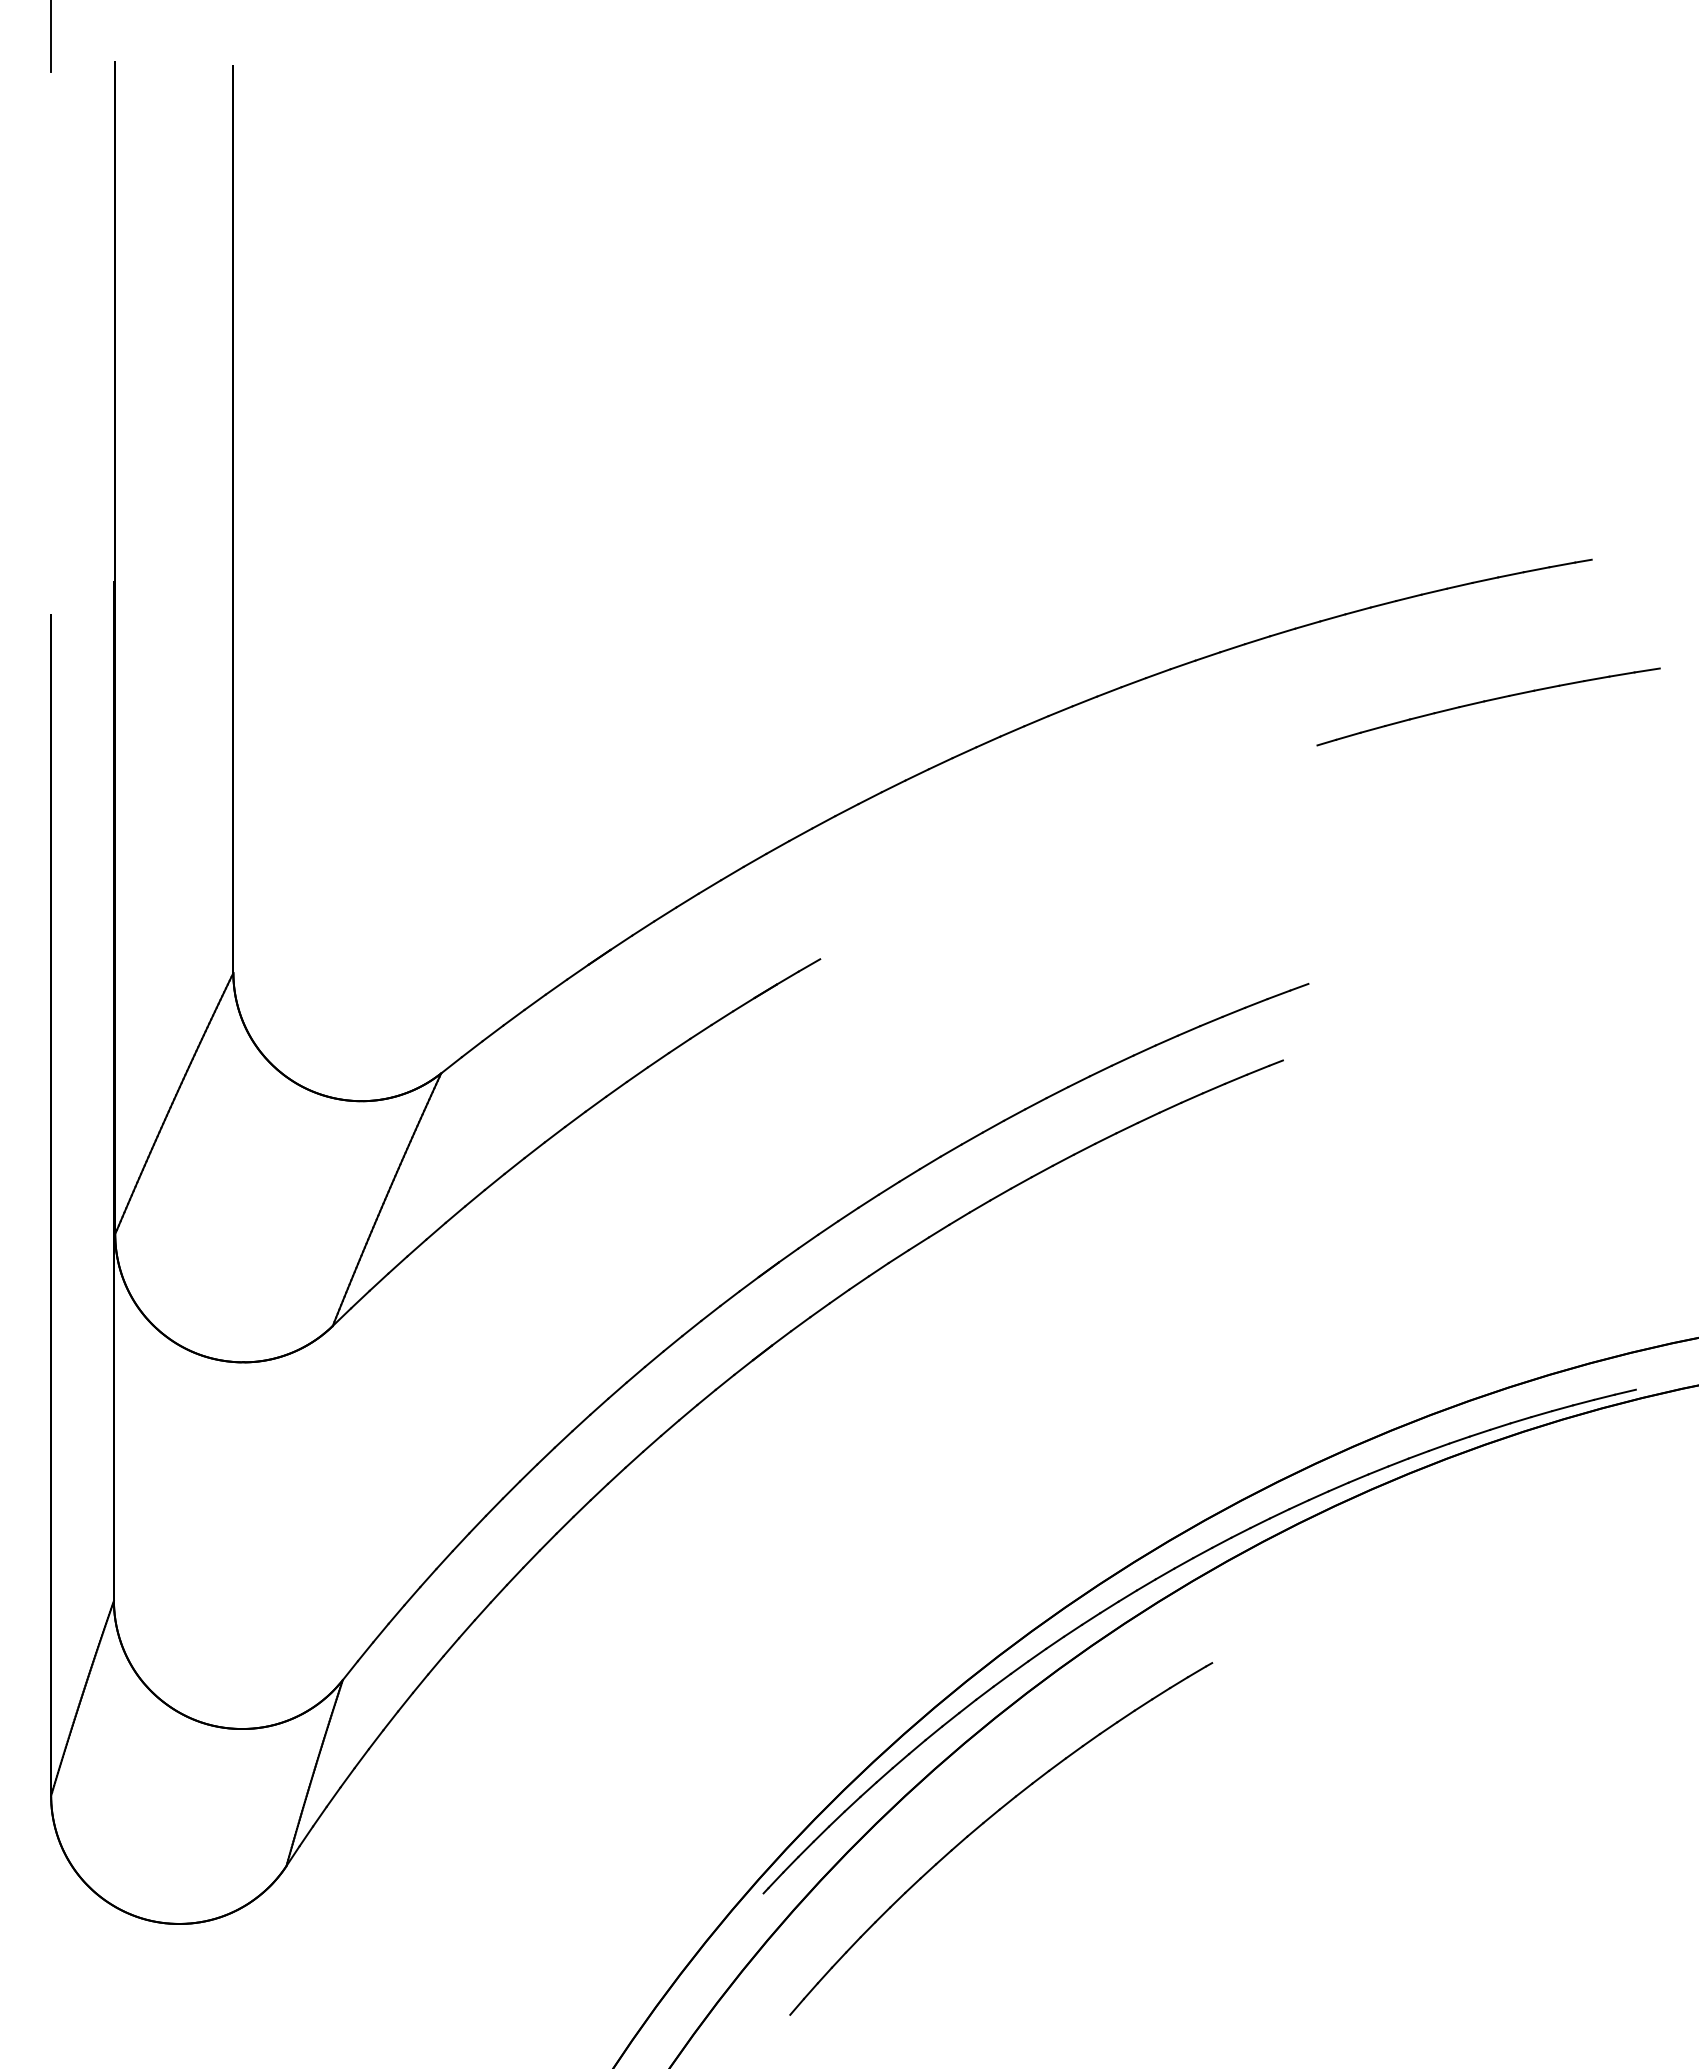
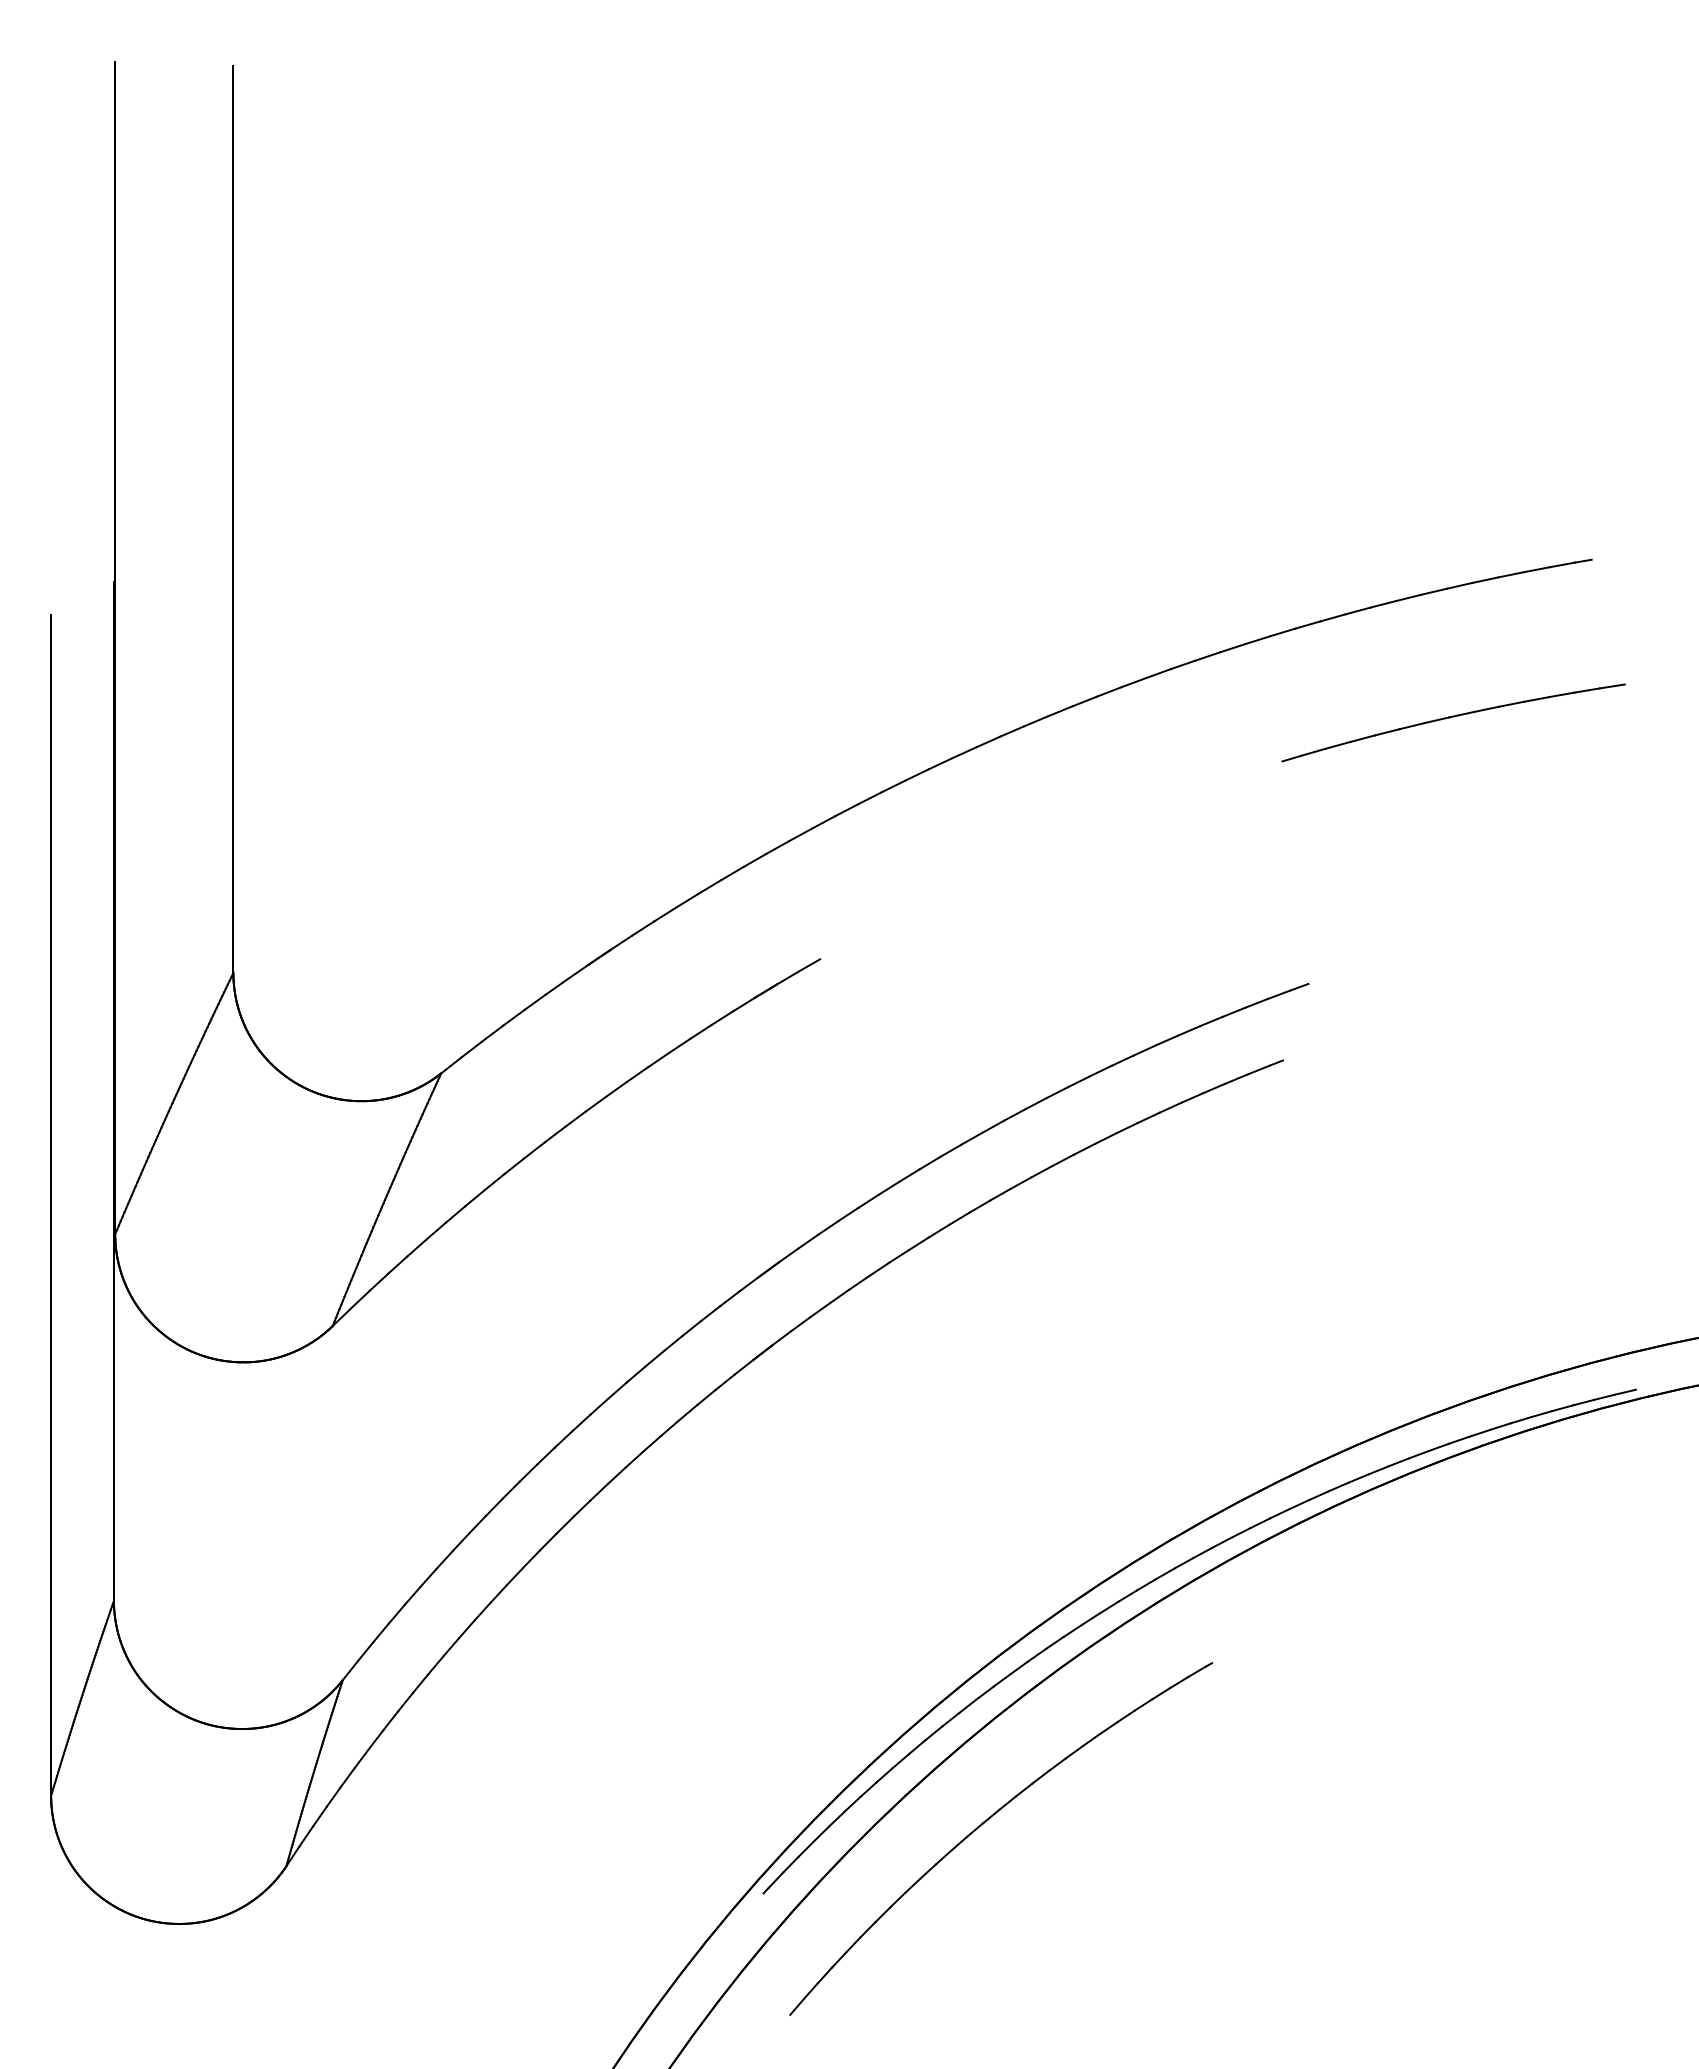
line at (51, 37): present -> none
part at (1488, 706) position: (1488, 706) -> (1453, 722)
